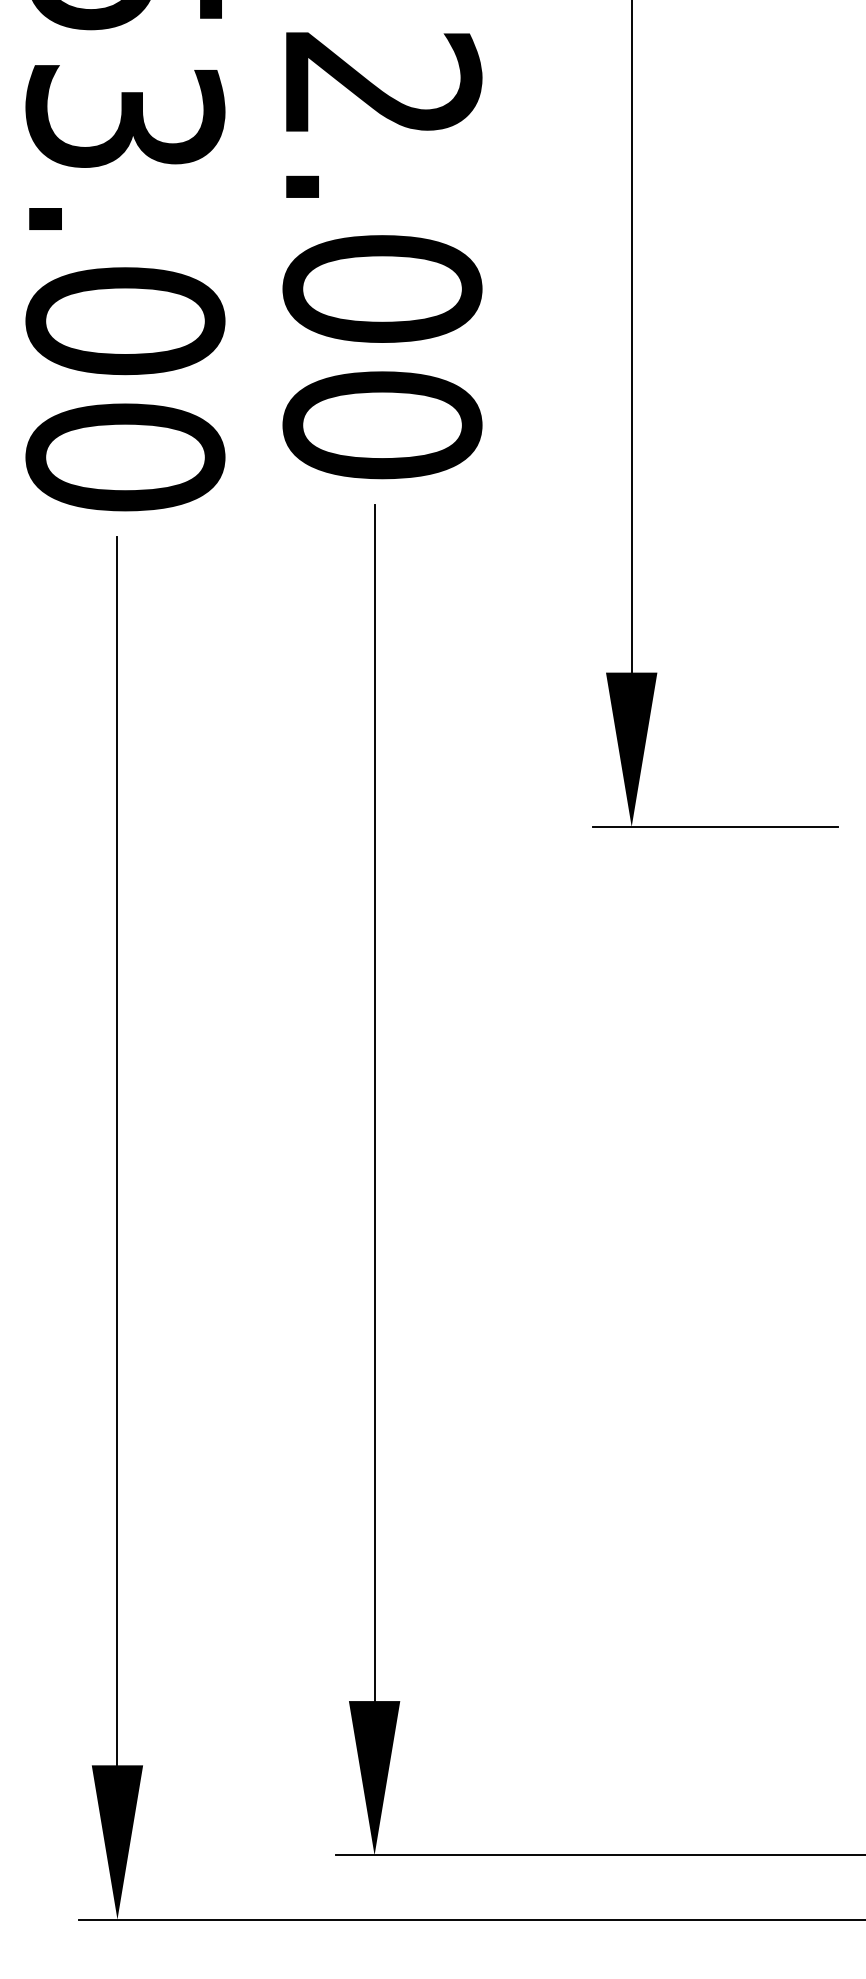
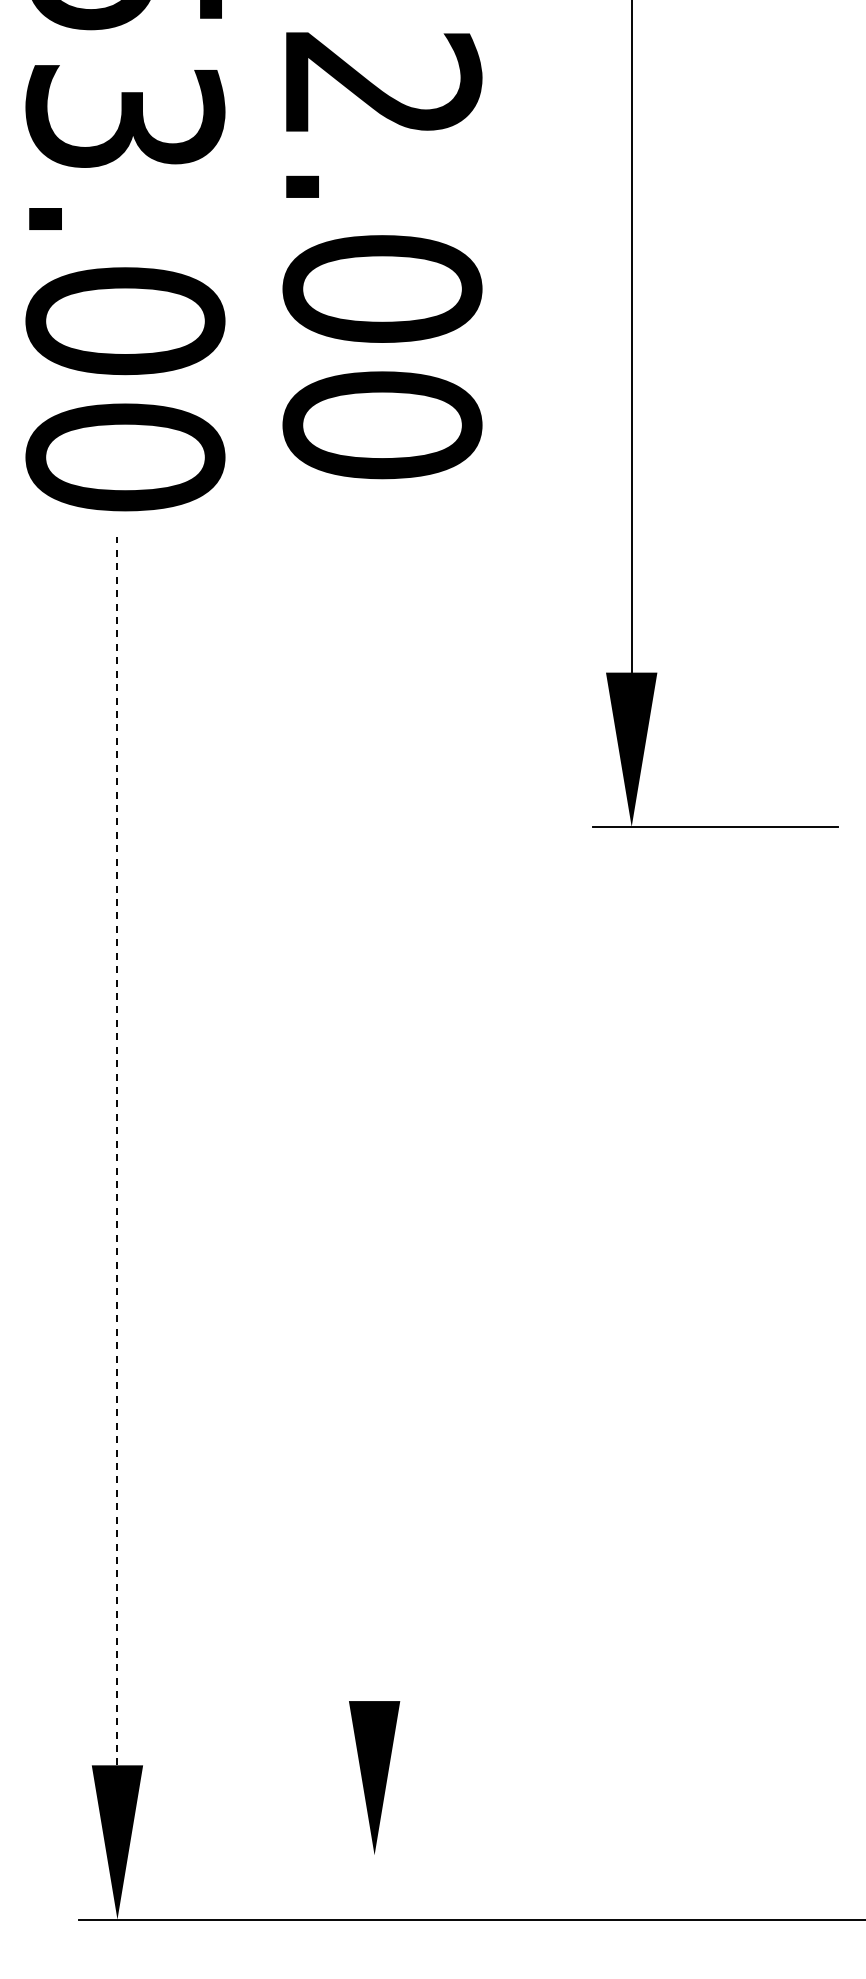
line at (374, 1103): present -> none
line at (117, 1150): solid -> dashed
line at (599, 1855): present -> none
